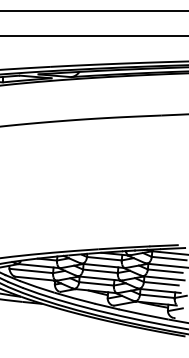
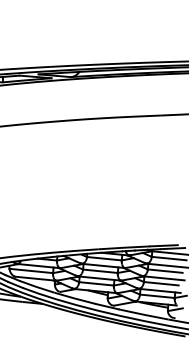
line at (93, 11): present -> none
line at (93, 36): present -> none
